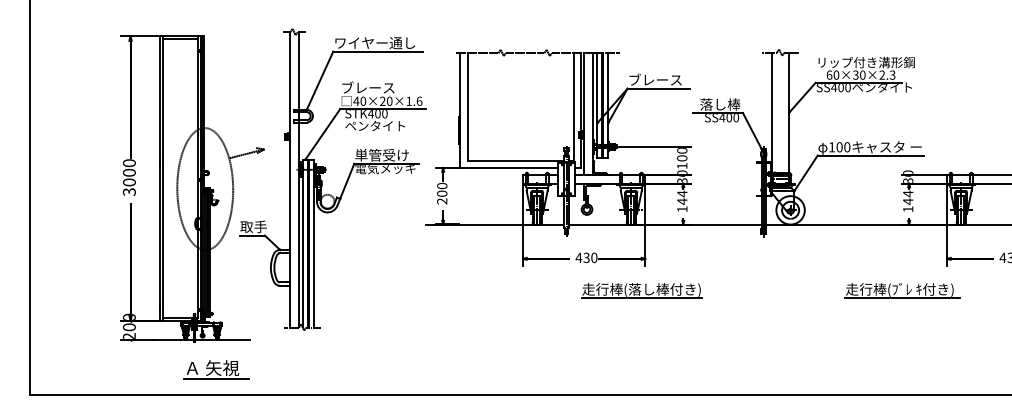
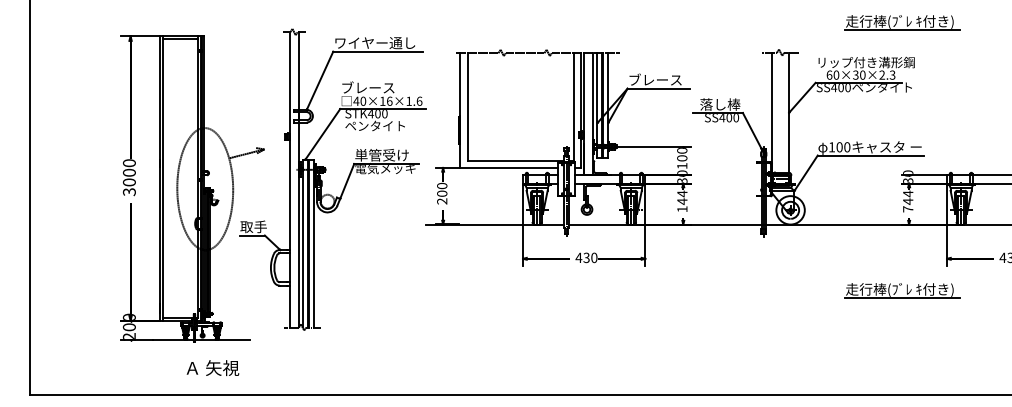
part at (902, 22): none -> present
text at (386, 100): 40×20×1.6 -> 40×16×1.6
text at (908, 209): 144 -> 744
part at (641, 290): present -> none
line at (215, 378): present -> none
